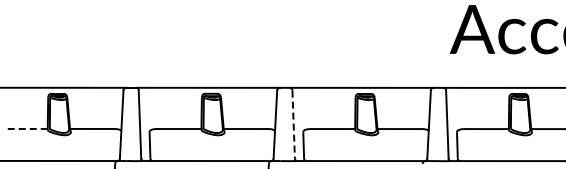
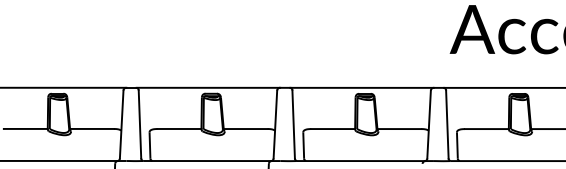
line at (293, 124): dashed -> solid
line at (25, 128): dashed -> solid
